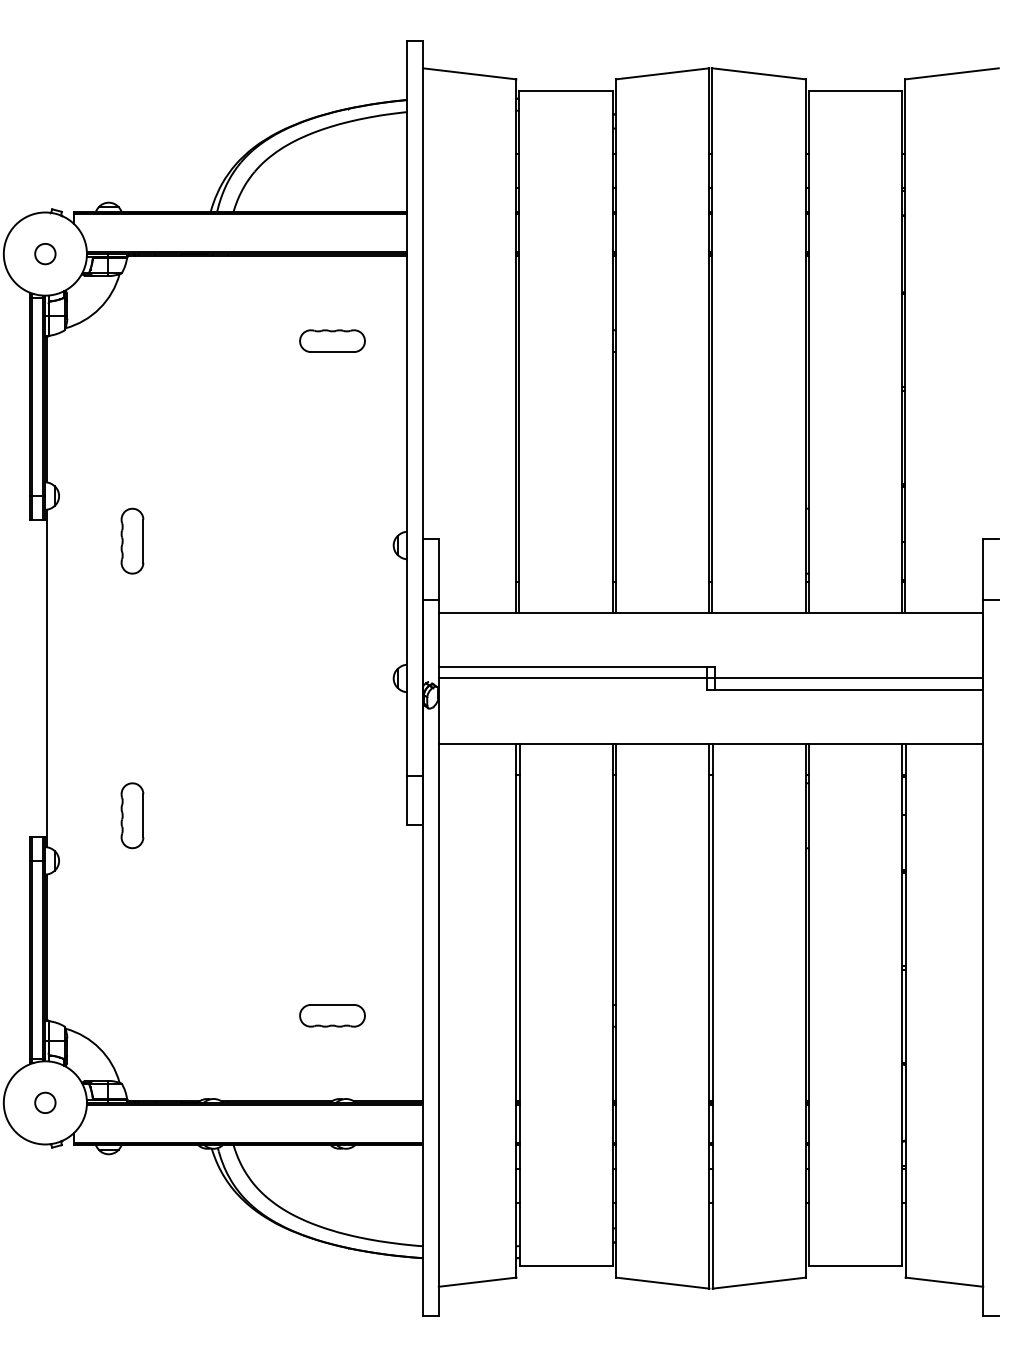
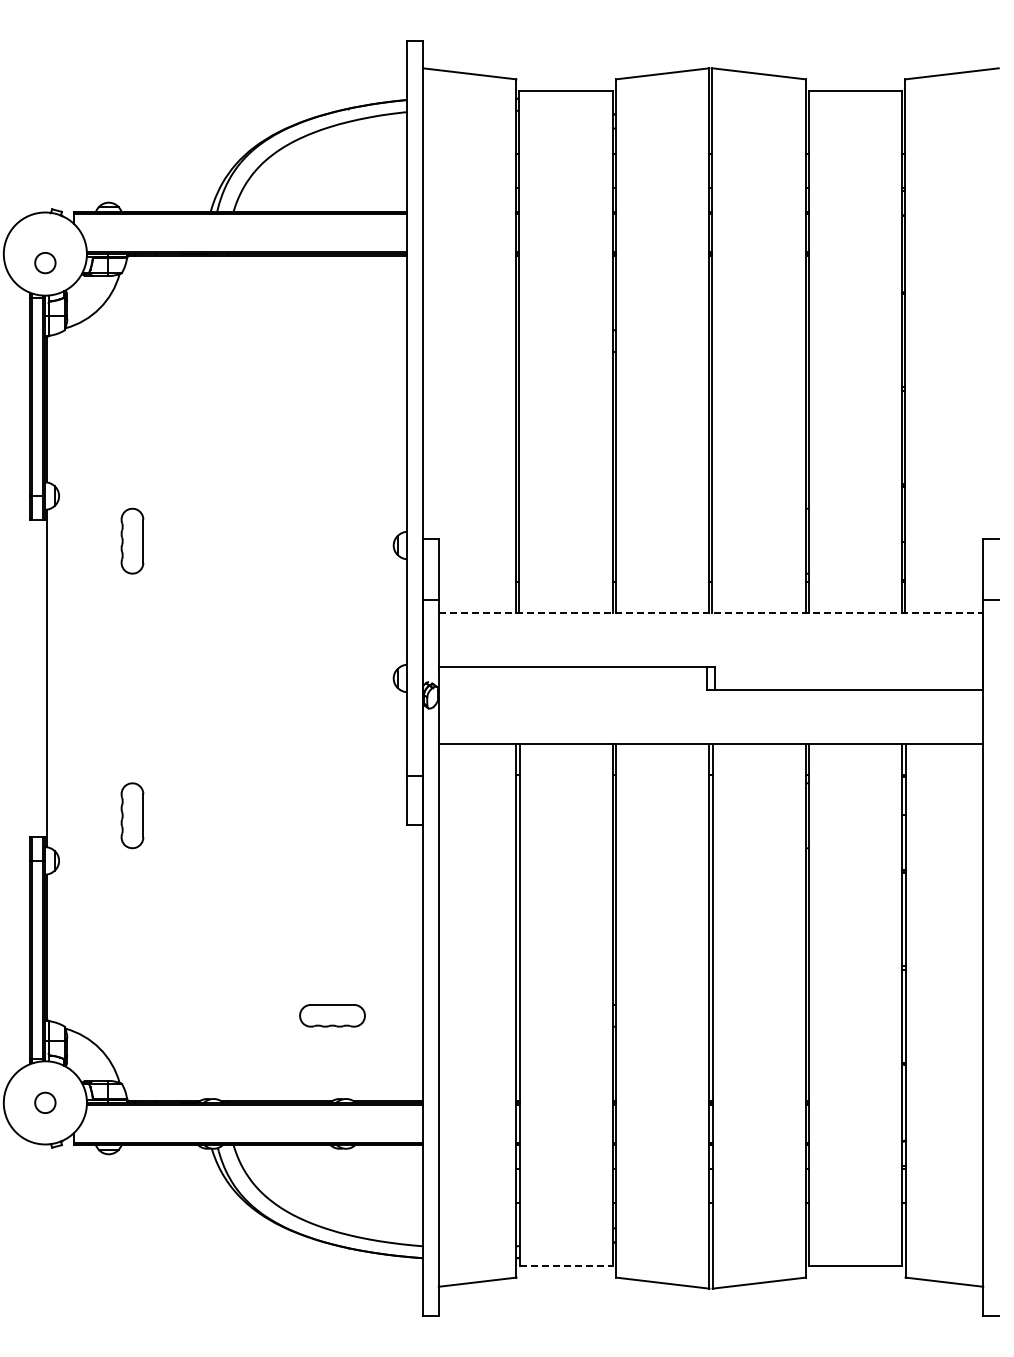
circle at (45, 254) position: (45, 254) -> (45, 263)
part at (332, 340): present -> none
line at (711, 612): solid -> dashed
line at (710, 678): present -> none
line at (566, 1266): solid -> dashed
